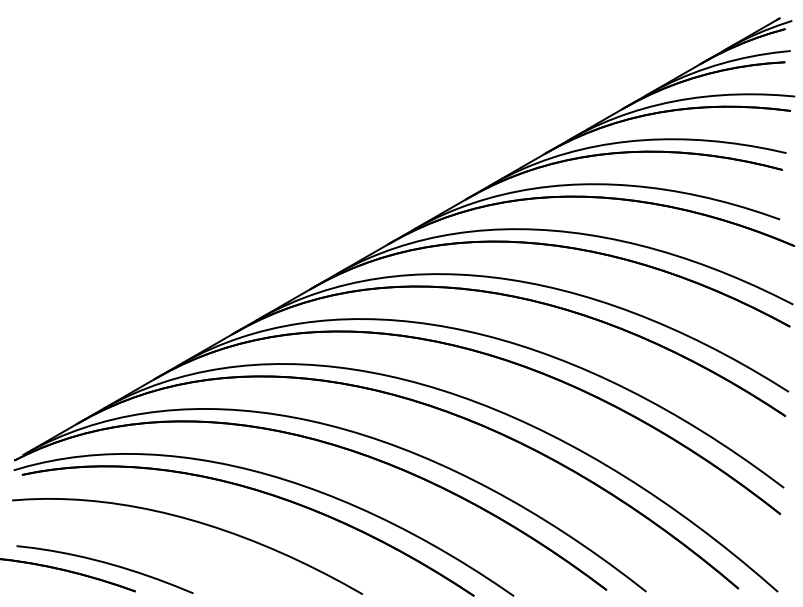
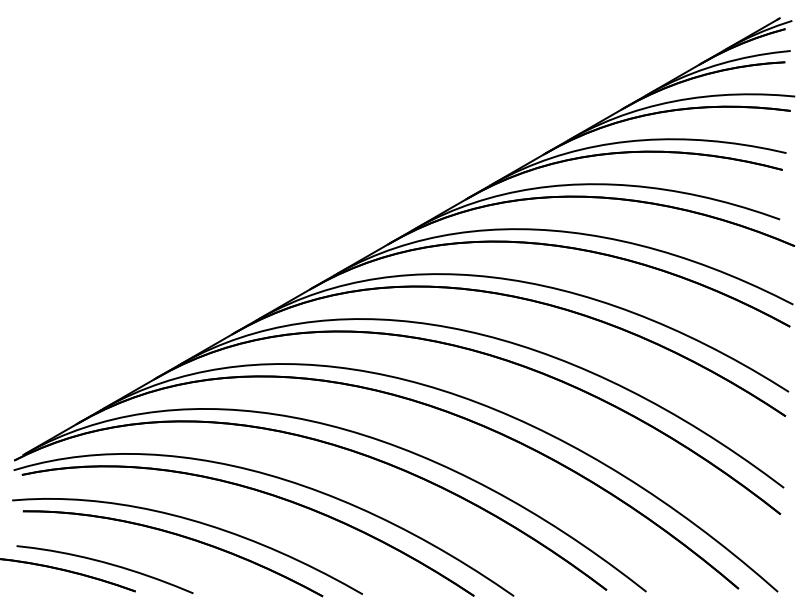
part at (175, 535): none -> present
